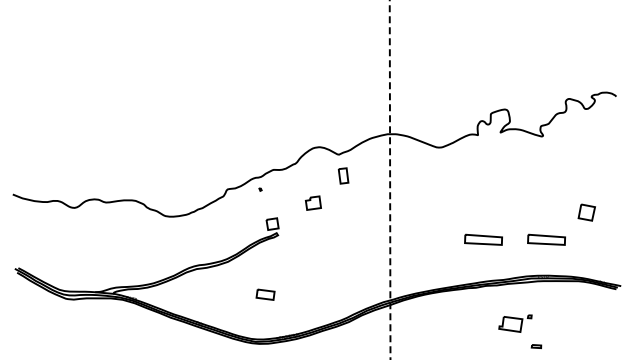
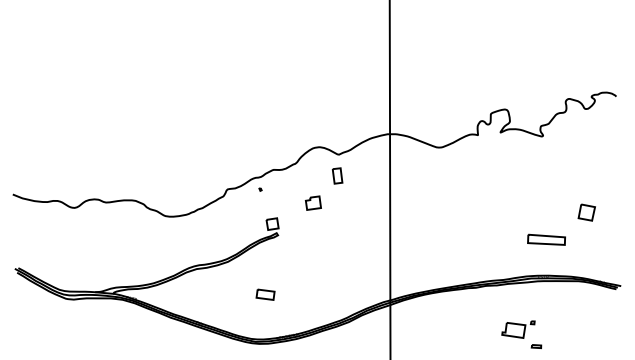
part at (343, 175) position: (343, 175) -> (337, 175)
line at (390, 179): dashed -> solid
part at (483, 239): present -> none
part at (515, 323) position: (515, 323) -> (518, 329)
